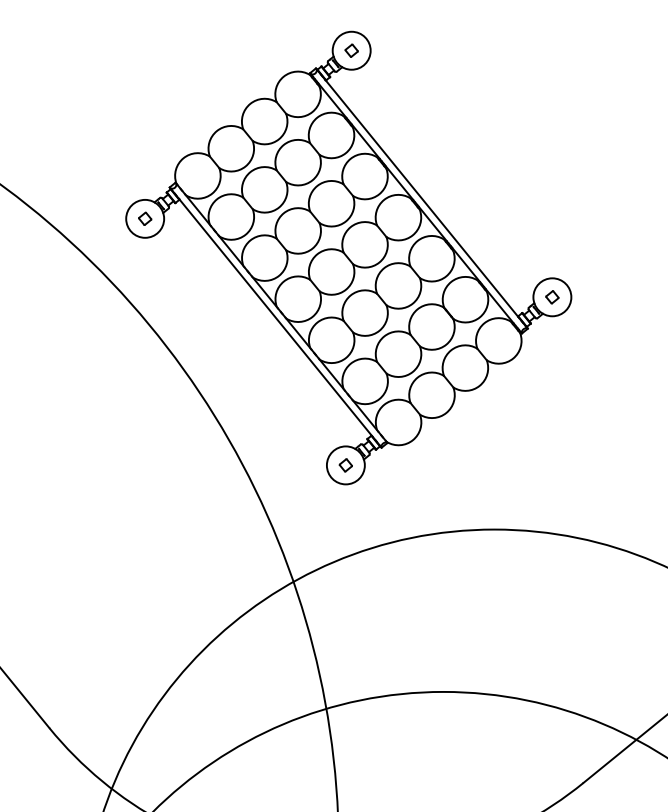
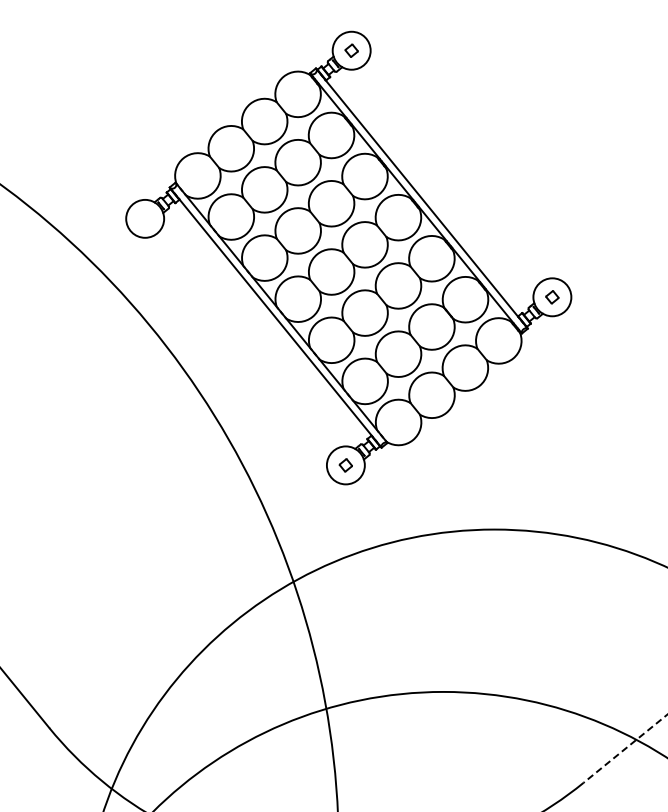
part at (145, 218): present -> none
line at (625, 748): solid -> dashed
